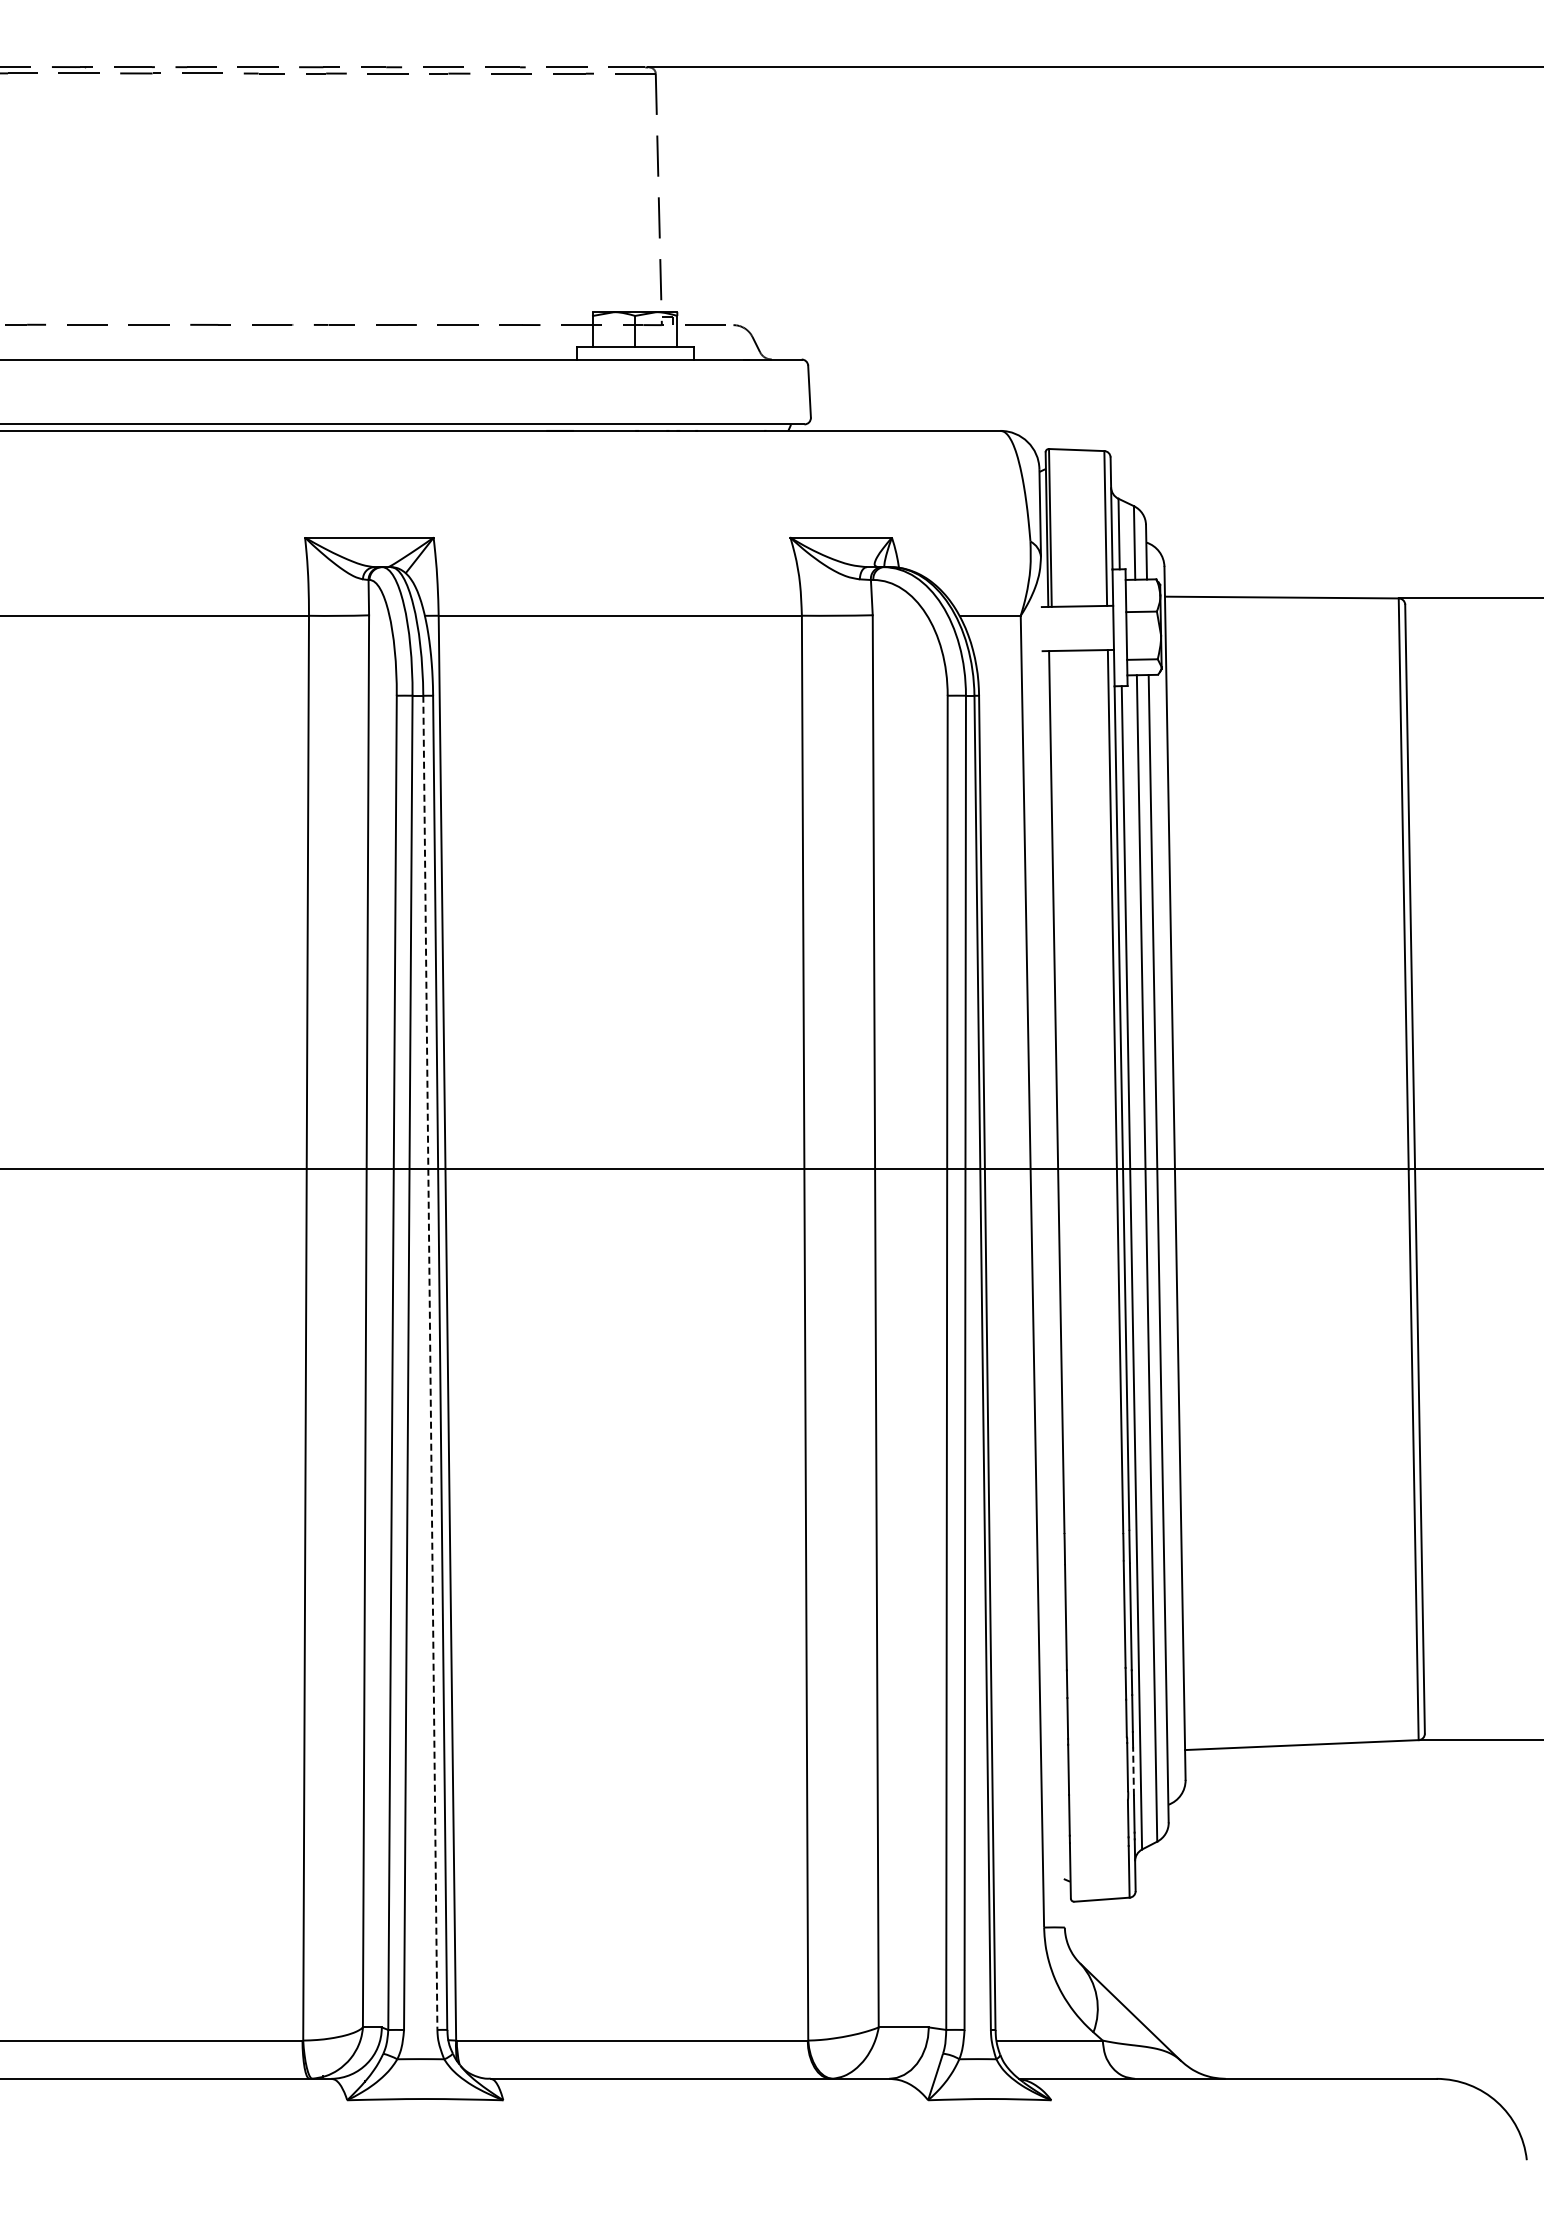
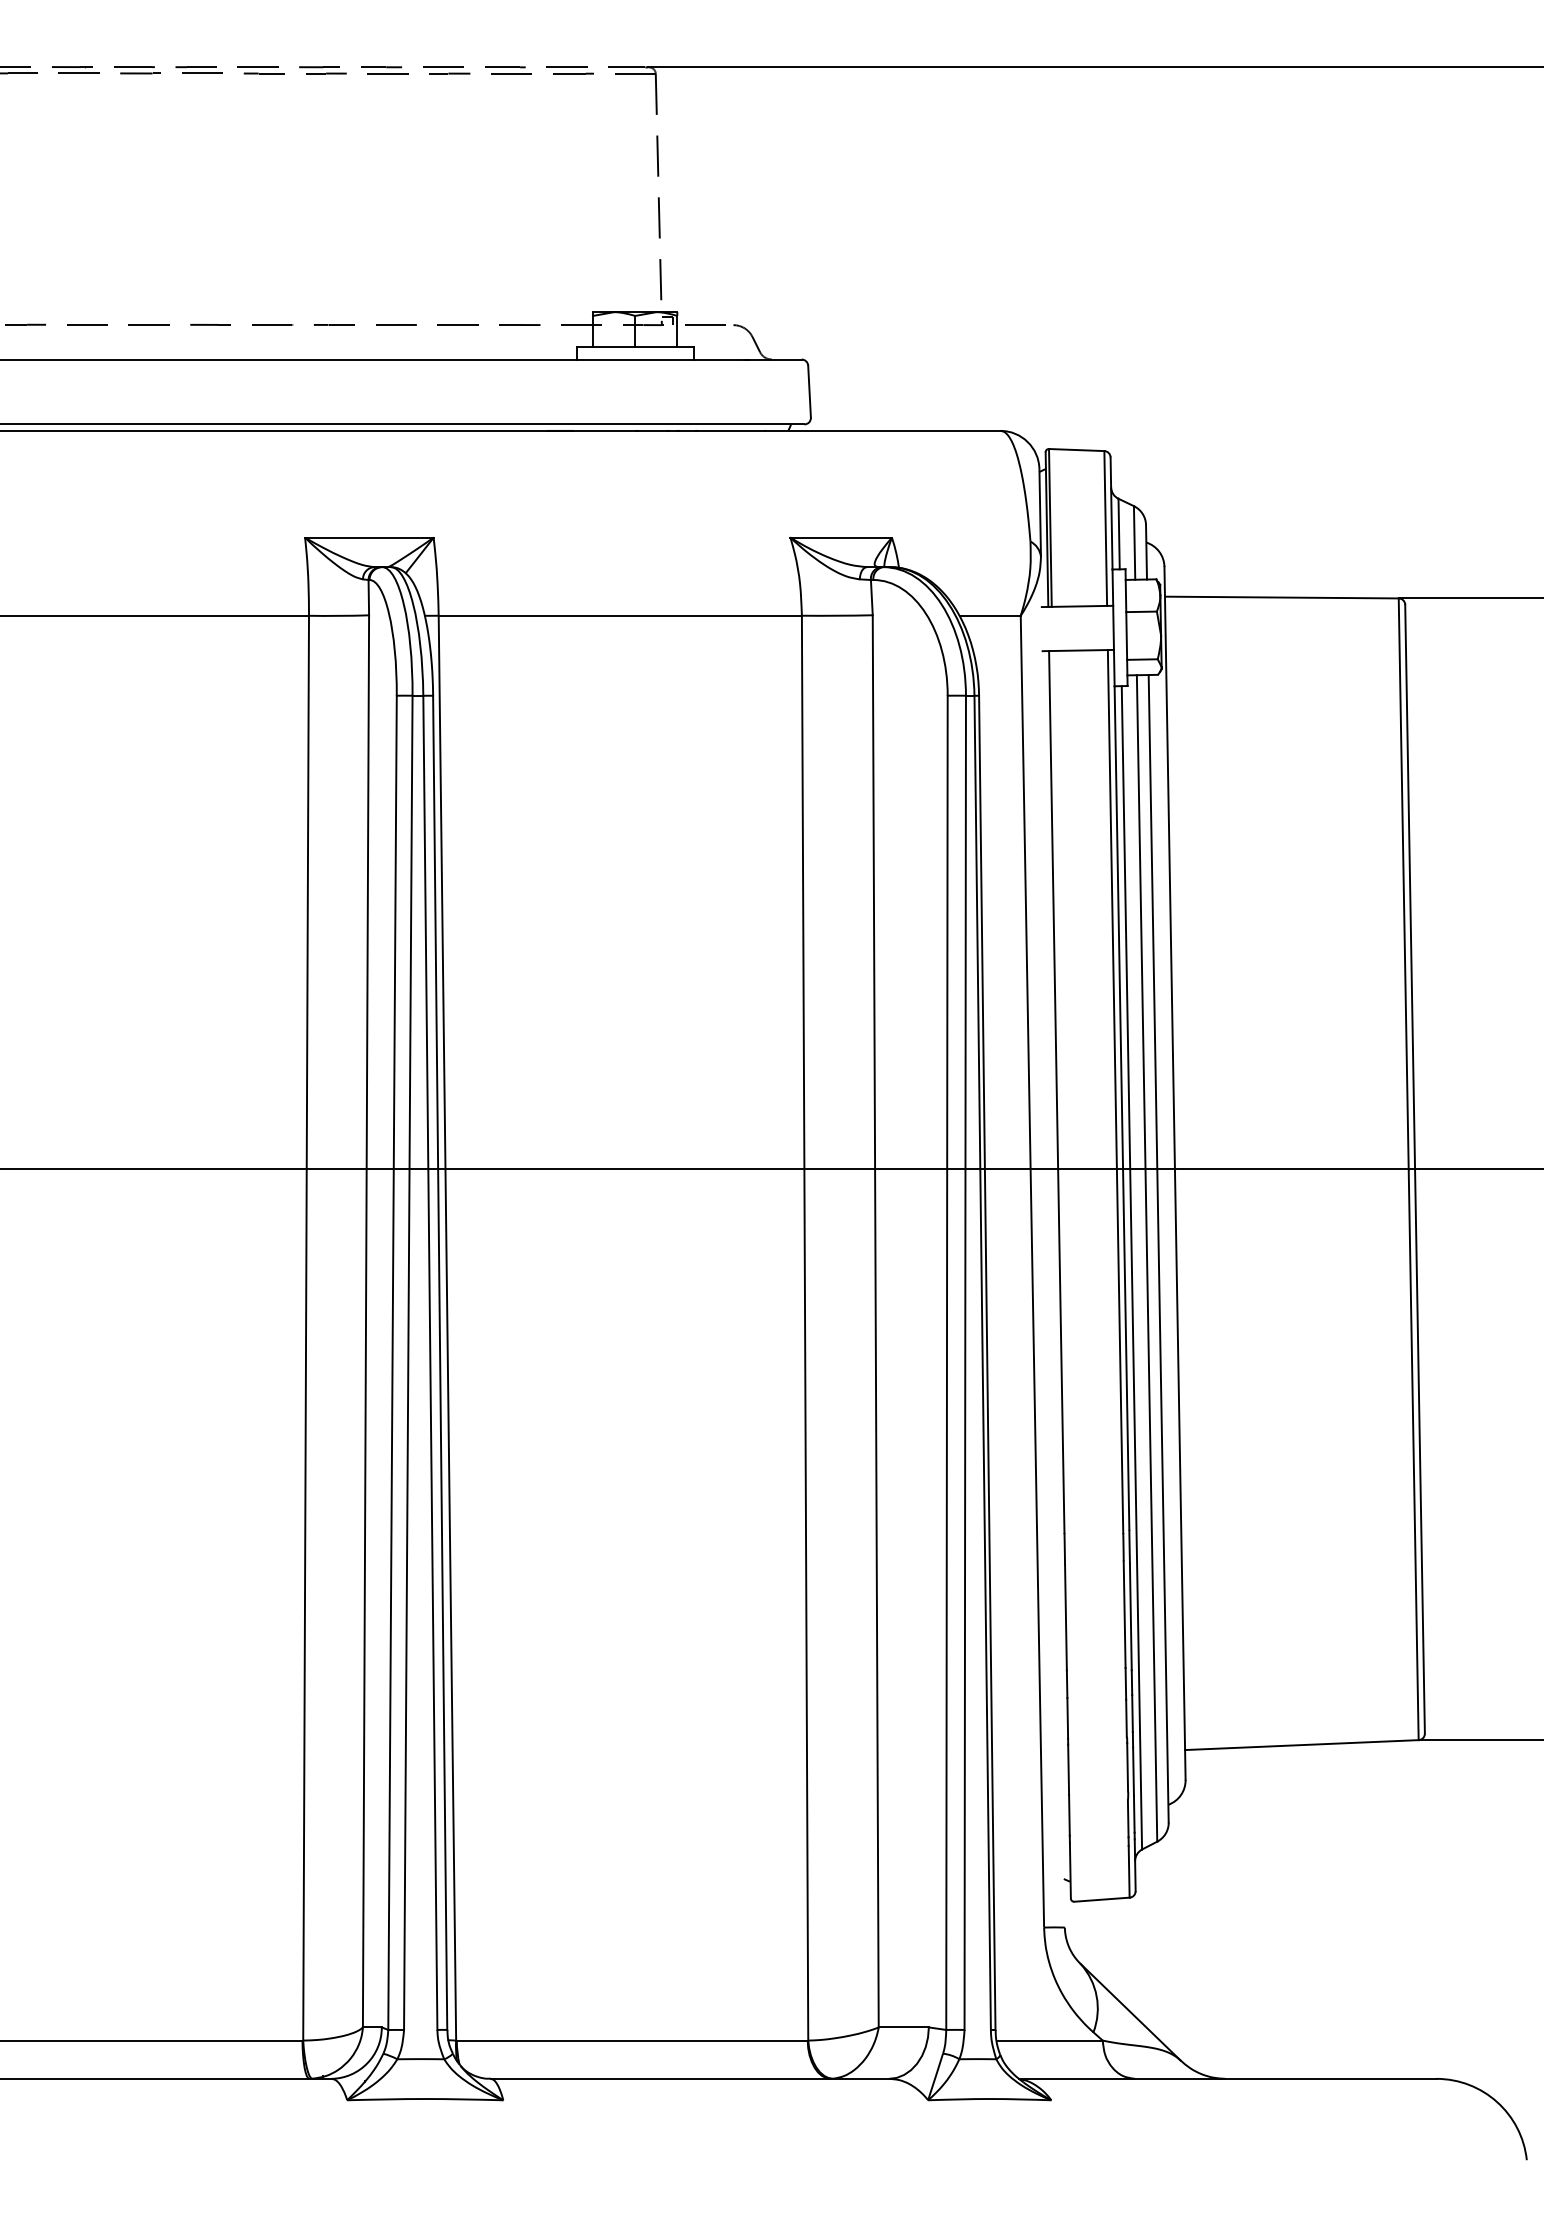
line at (430, 1363): dashed -> solid
line at (1133, 1771): dashed -> solid
